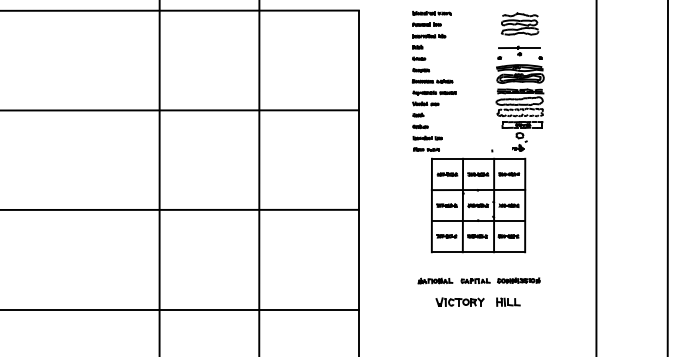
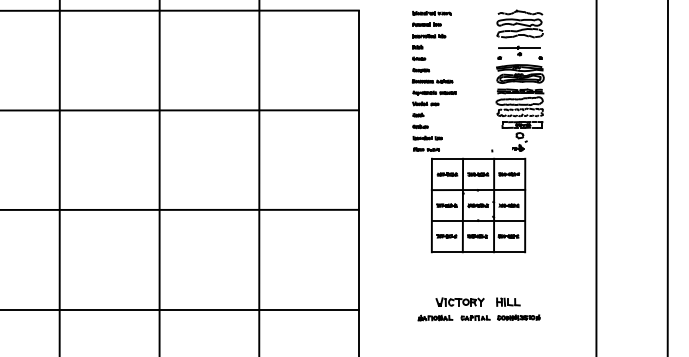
part at (519, 23) size: 40x24 px -> 48x30 px
line at (59, 177): none -> present
part at (478, 280) position: (478, 280) -> (478, 317)
